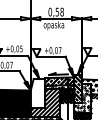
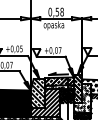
hatch at (37, 93): none -> present
